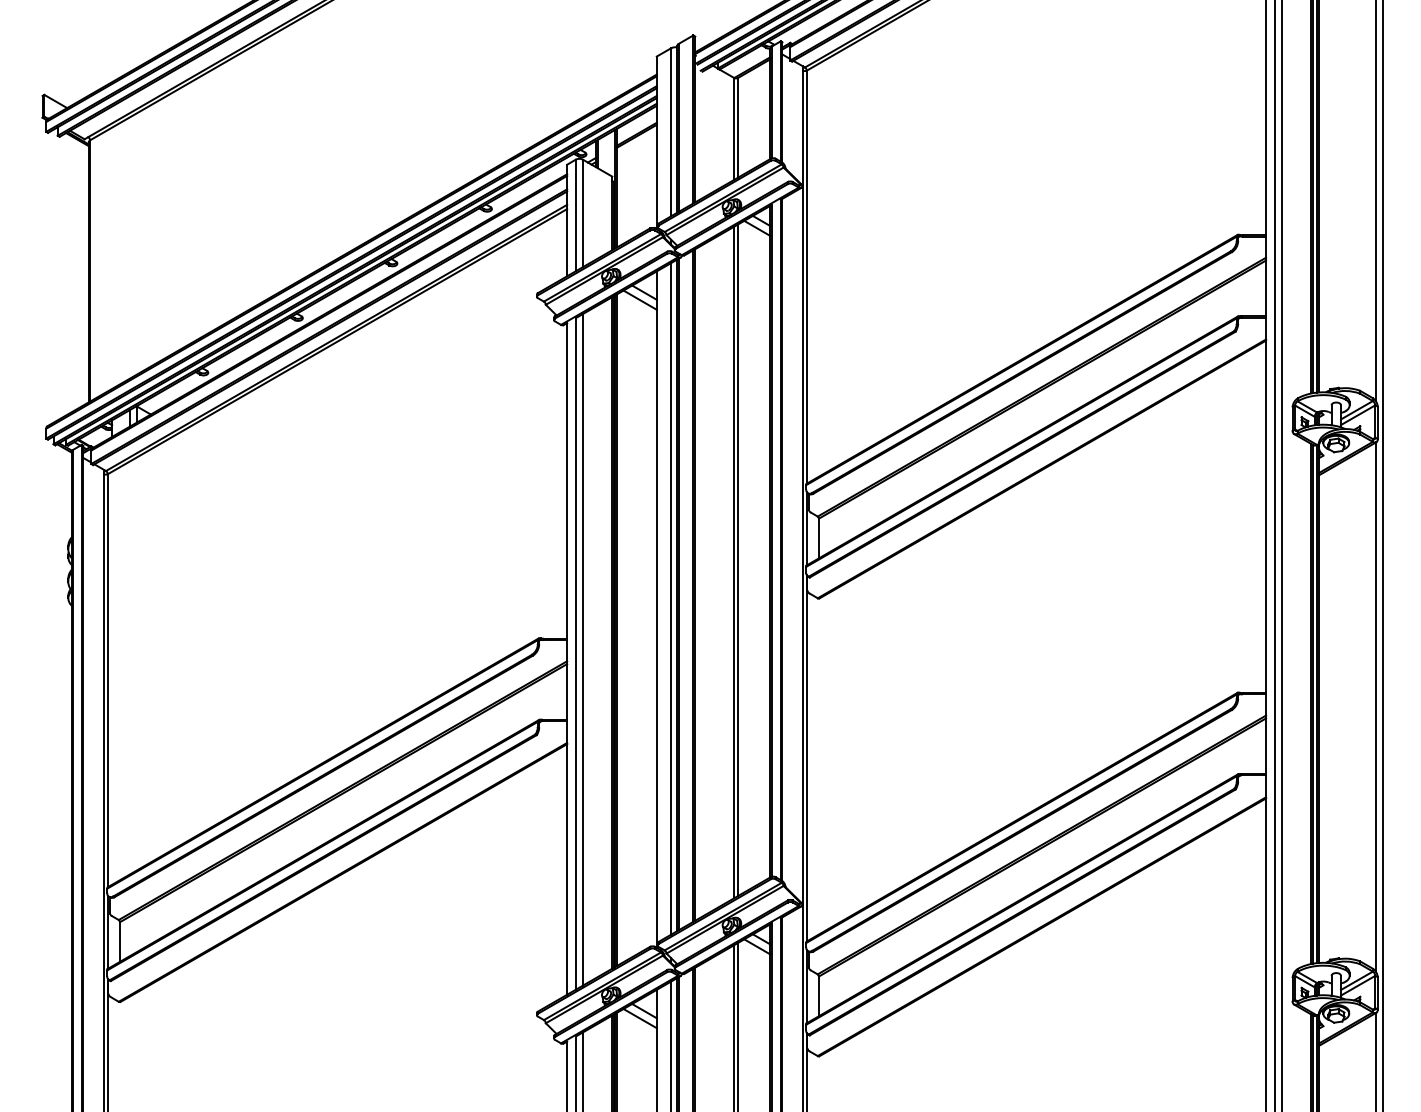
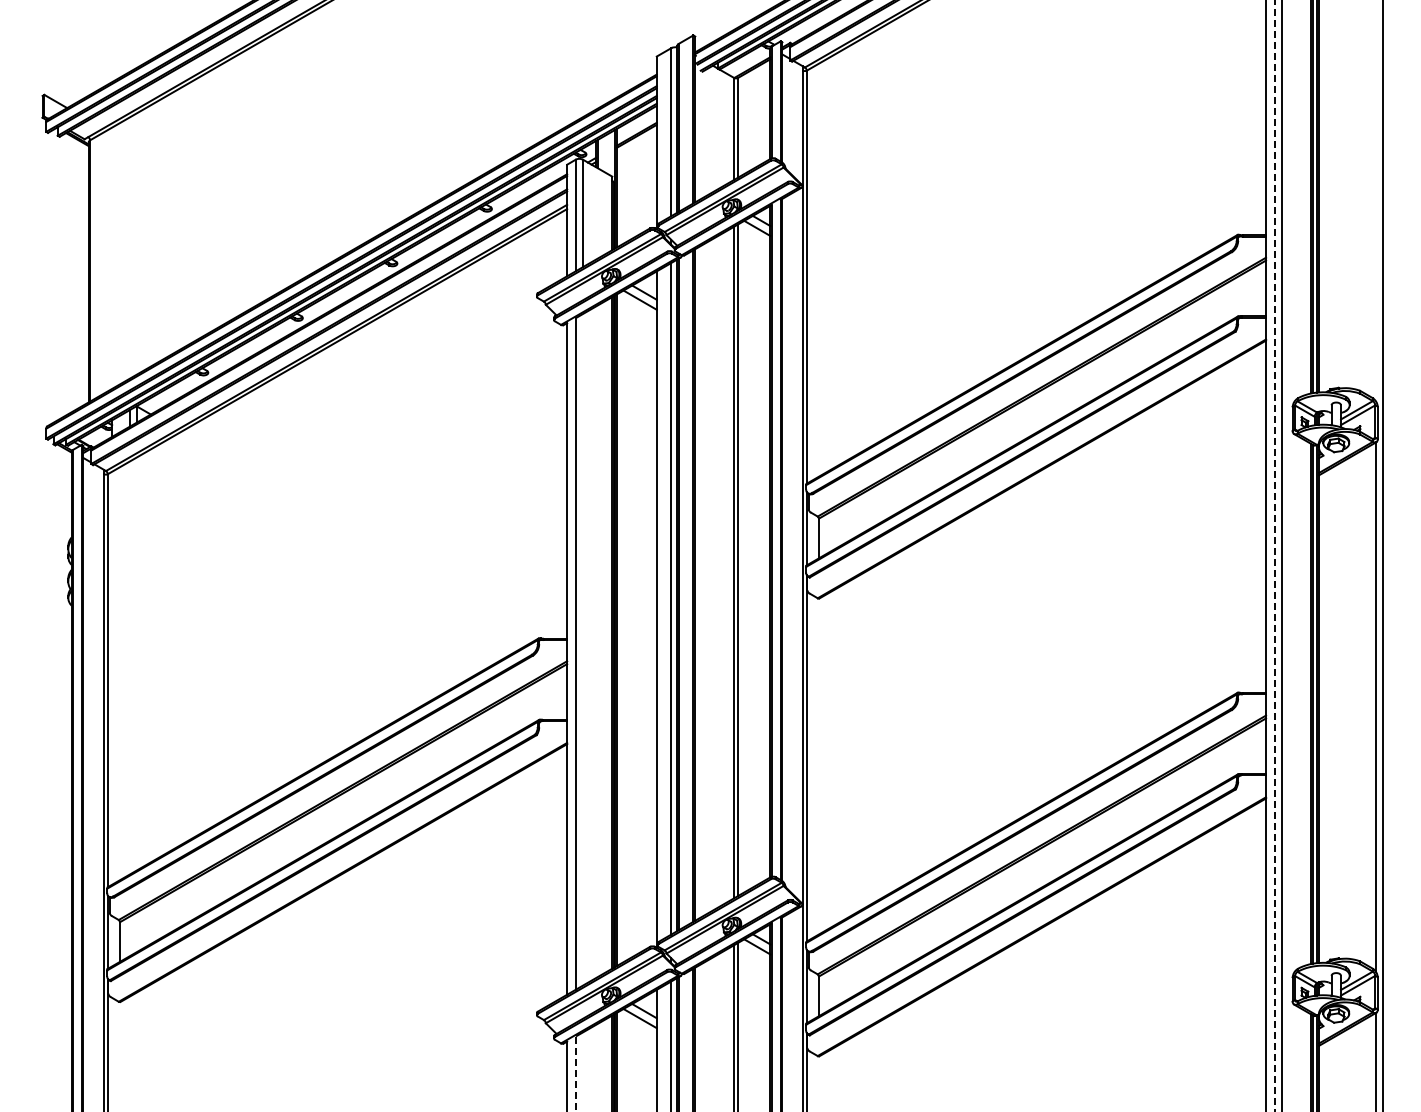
line at (1375, 201): present -> none
line at (1274, 556): solid -> dashed
line at (583, 649): present -> none
line at (583, 1070): present -> none
line at (575, 1074): solid -> dashed
